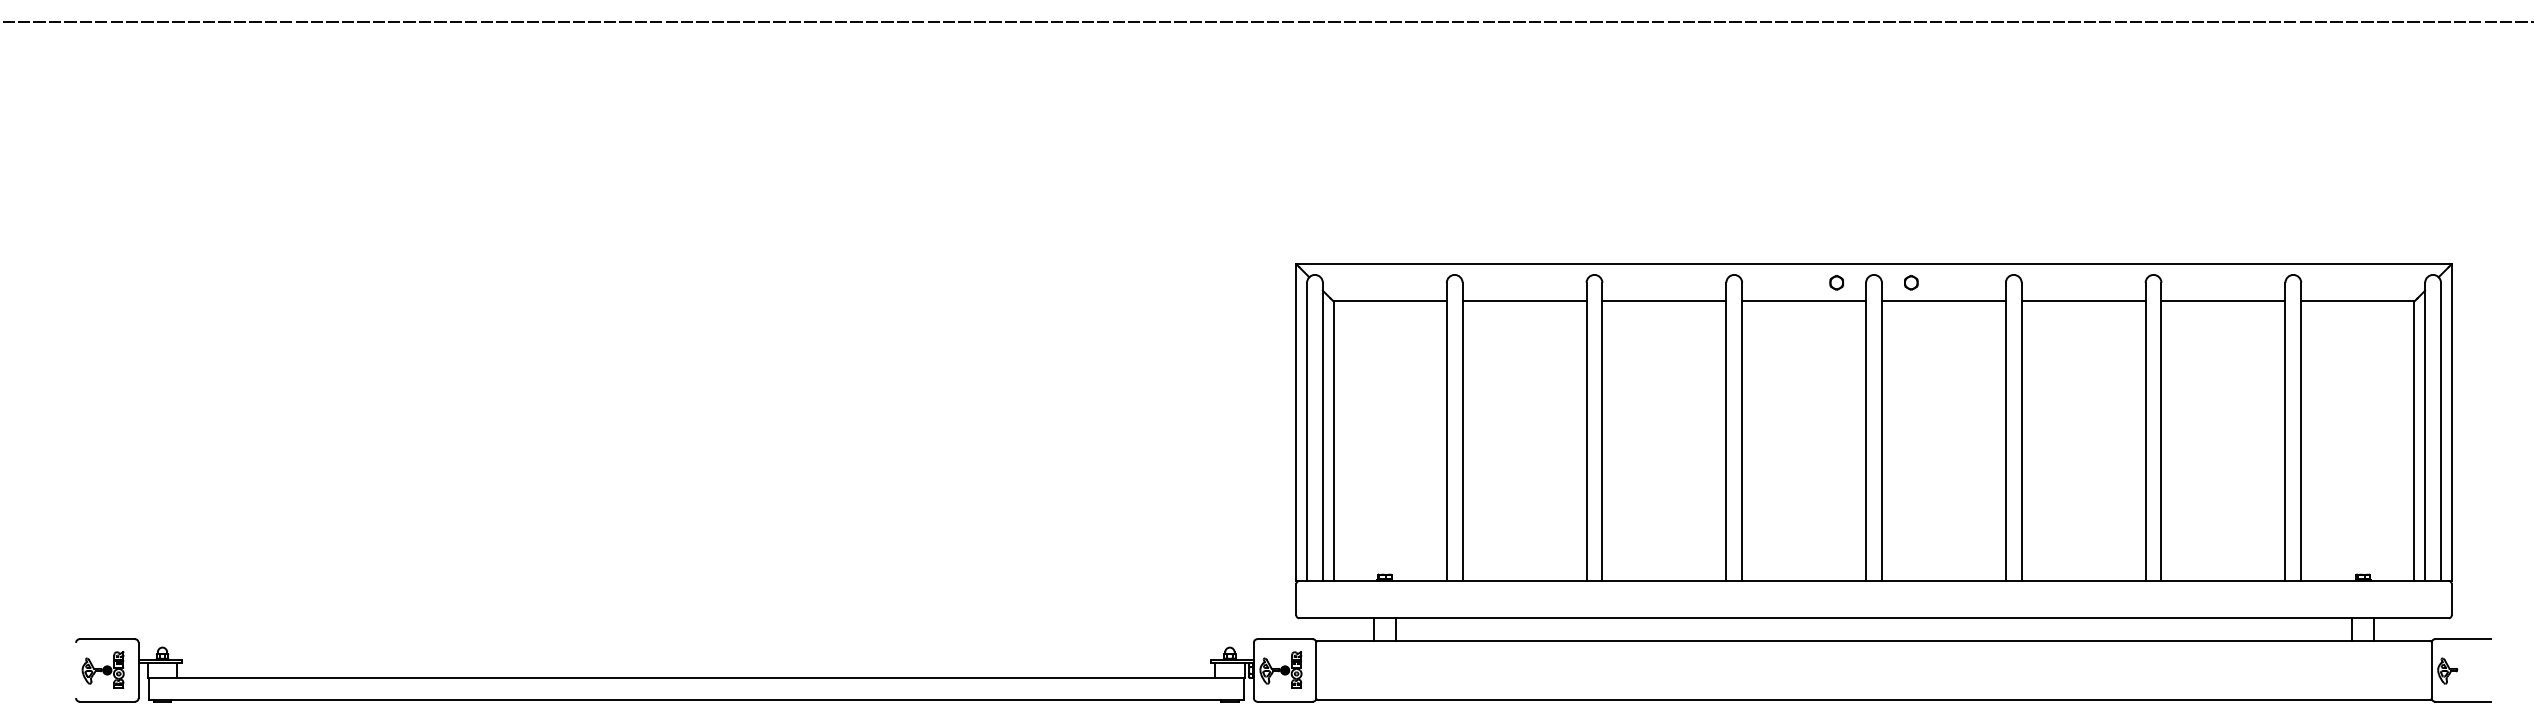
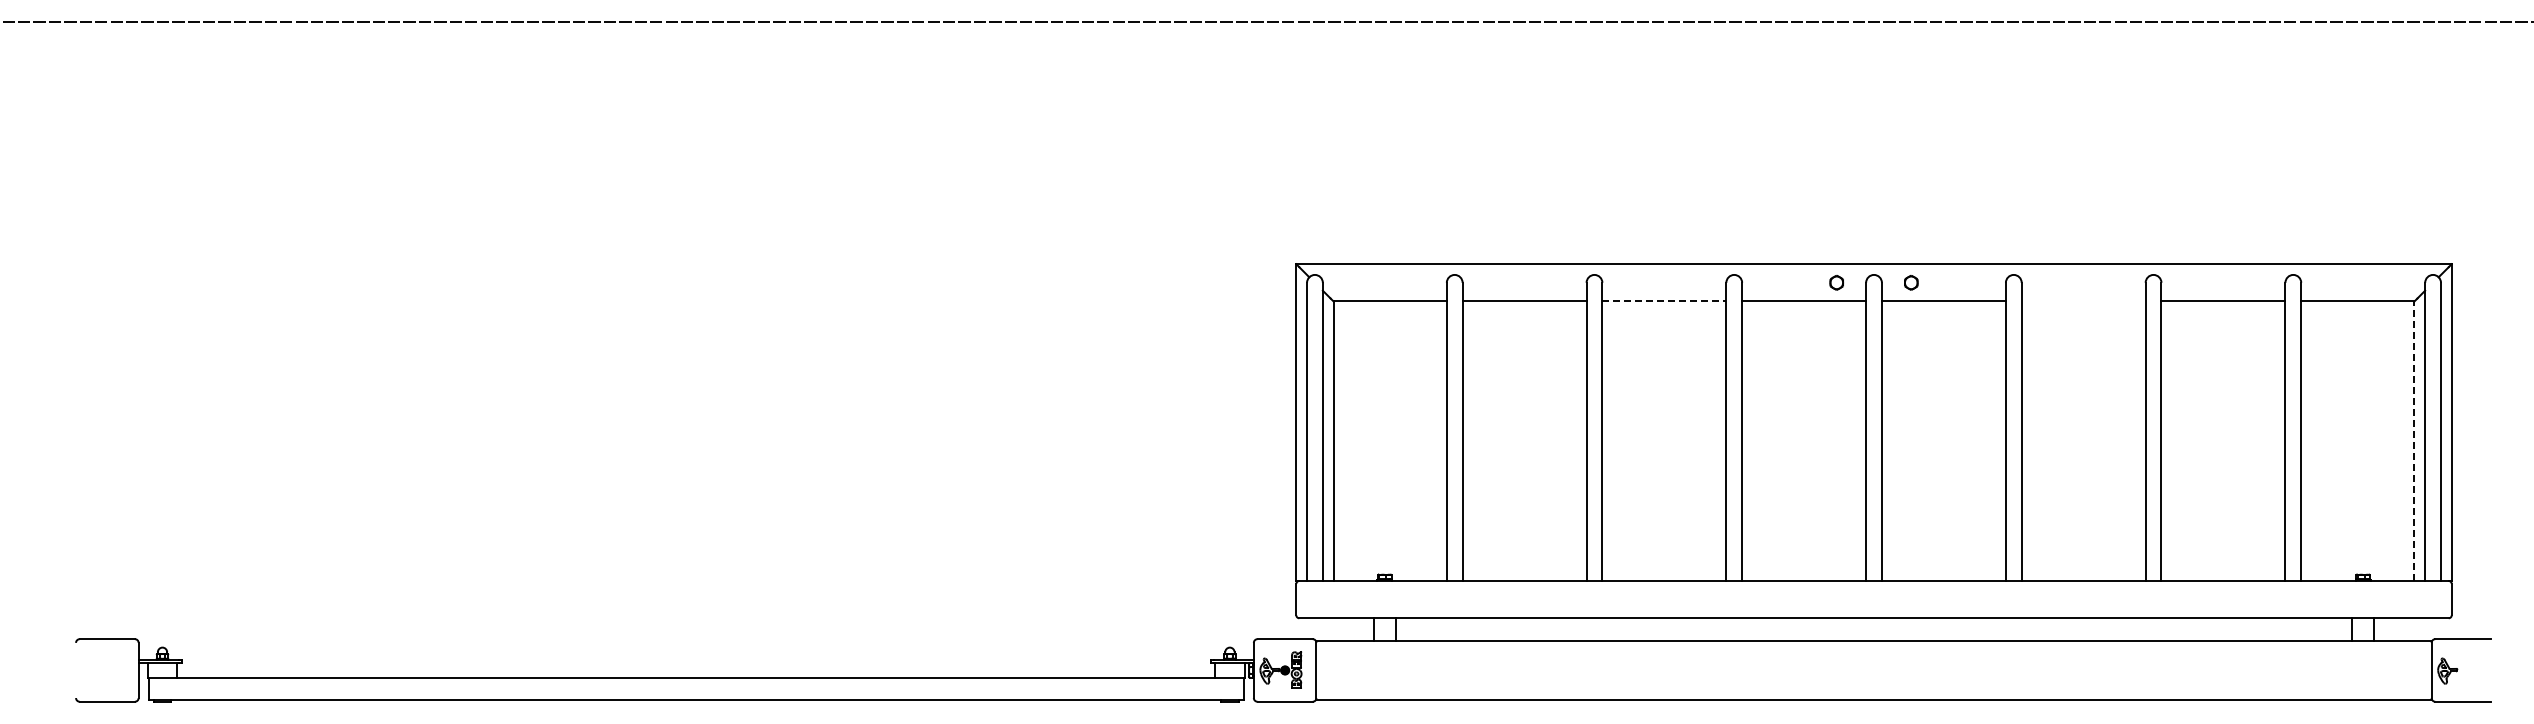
line at (1664, 301): solid -> dashed
line at (2083, 301): present -> none
line at (2414, 441): solid -> dashed
part at (102, 669): present -> none
